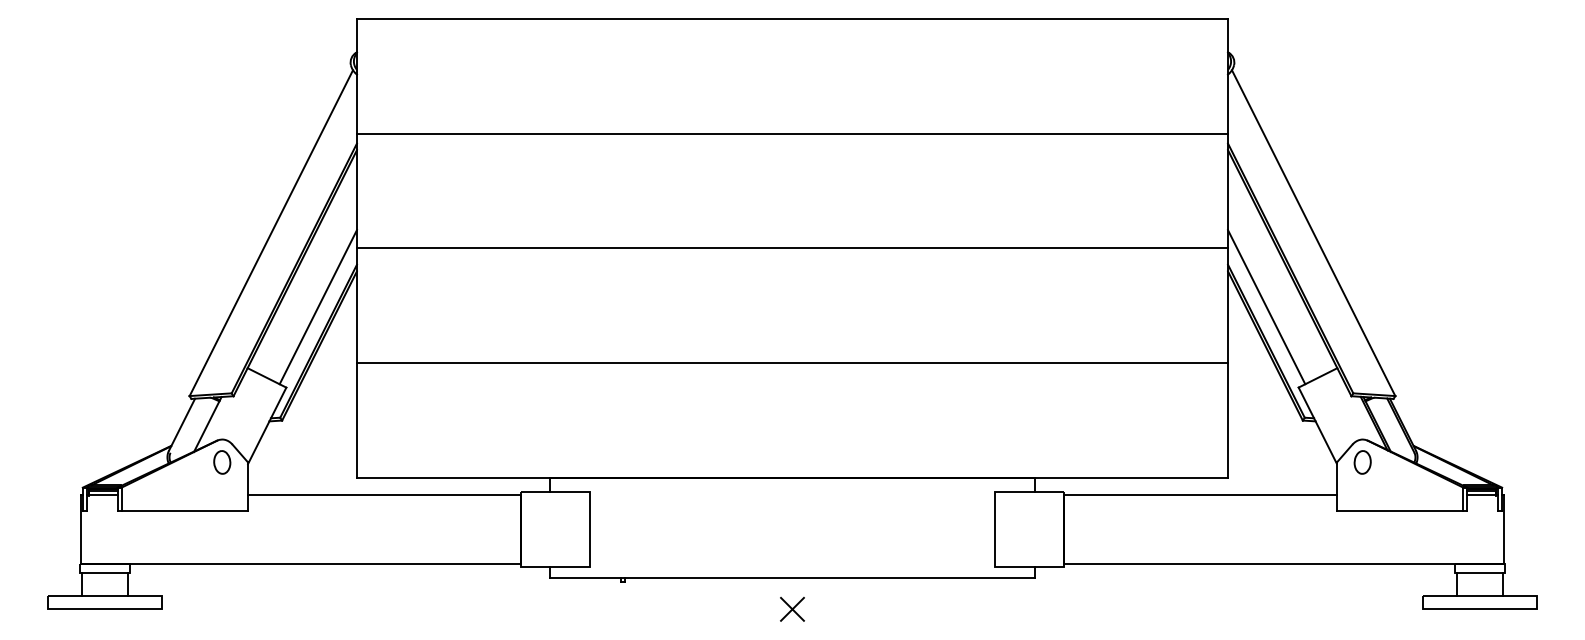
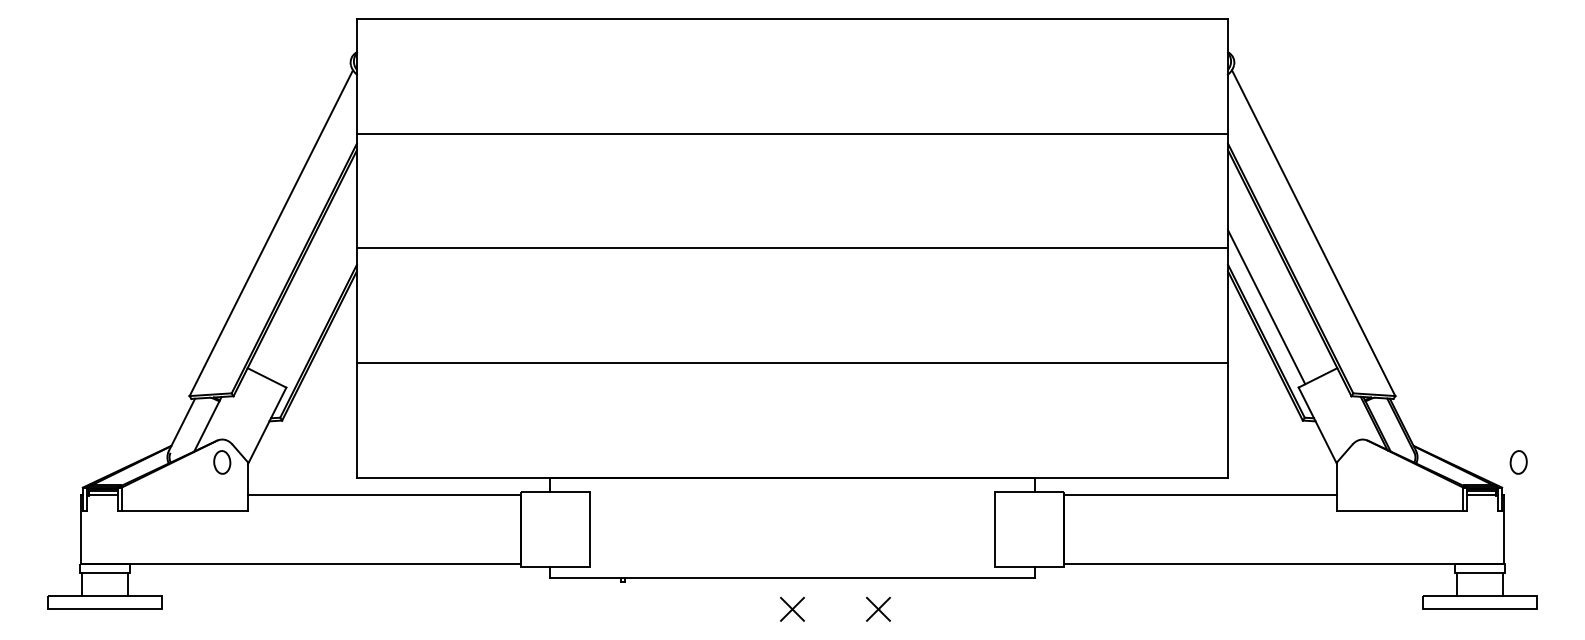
line at (317, 307): present -> none
part at (1362, 462) position: (1362, 462) -> (1518, 462)
part at (878, 609): none -> present
